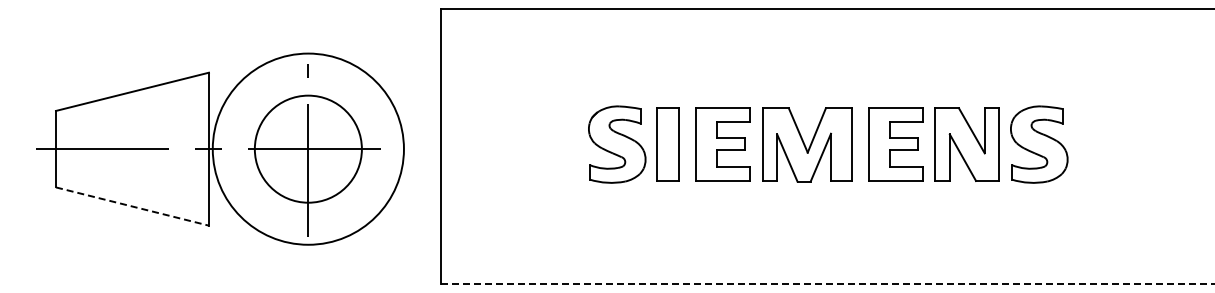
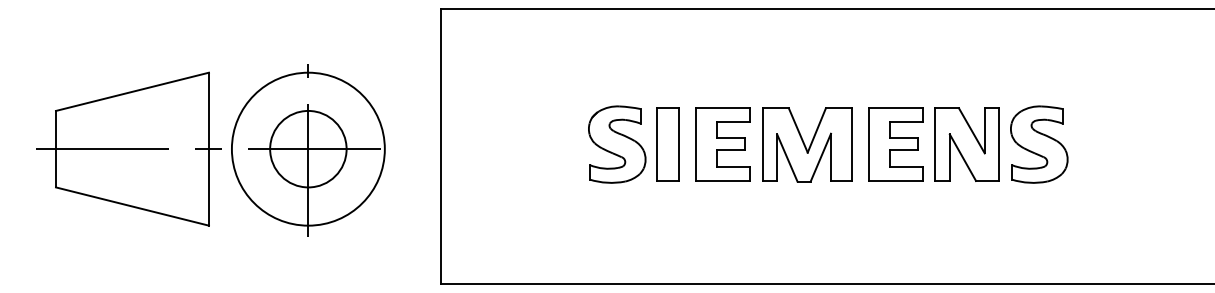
circle at (307, 148) diameter: 107 px -> 76 px
circle at (307, 148) diameter: 191 px -> 153 px
line at (132, 206): dashed -> solid
line at (828, 284): dashed -> solid
